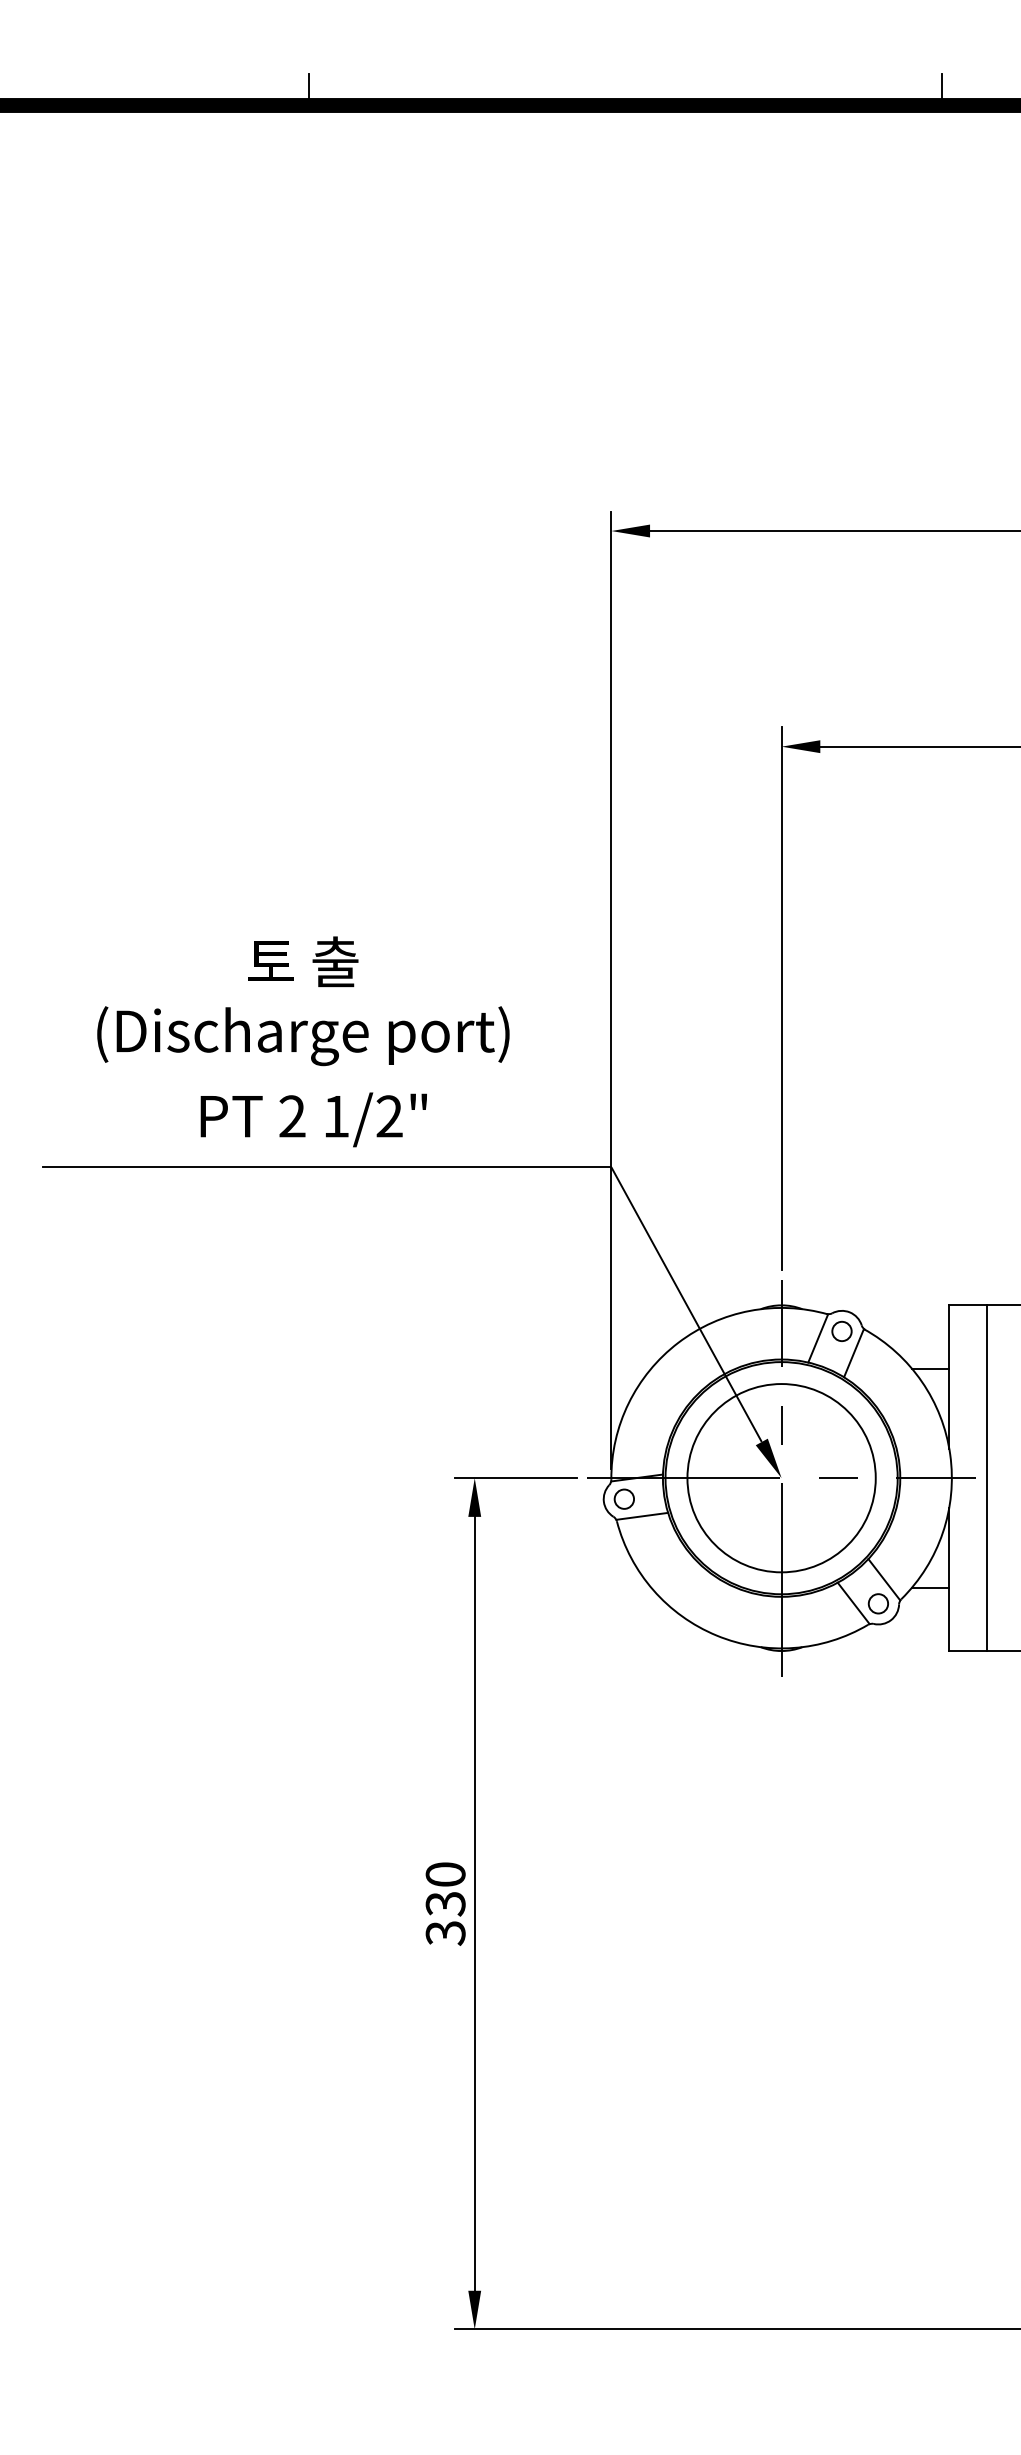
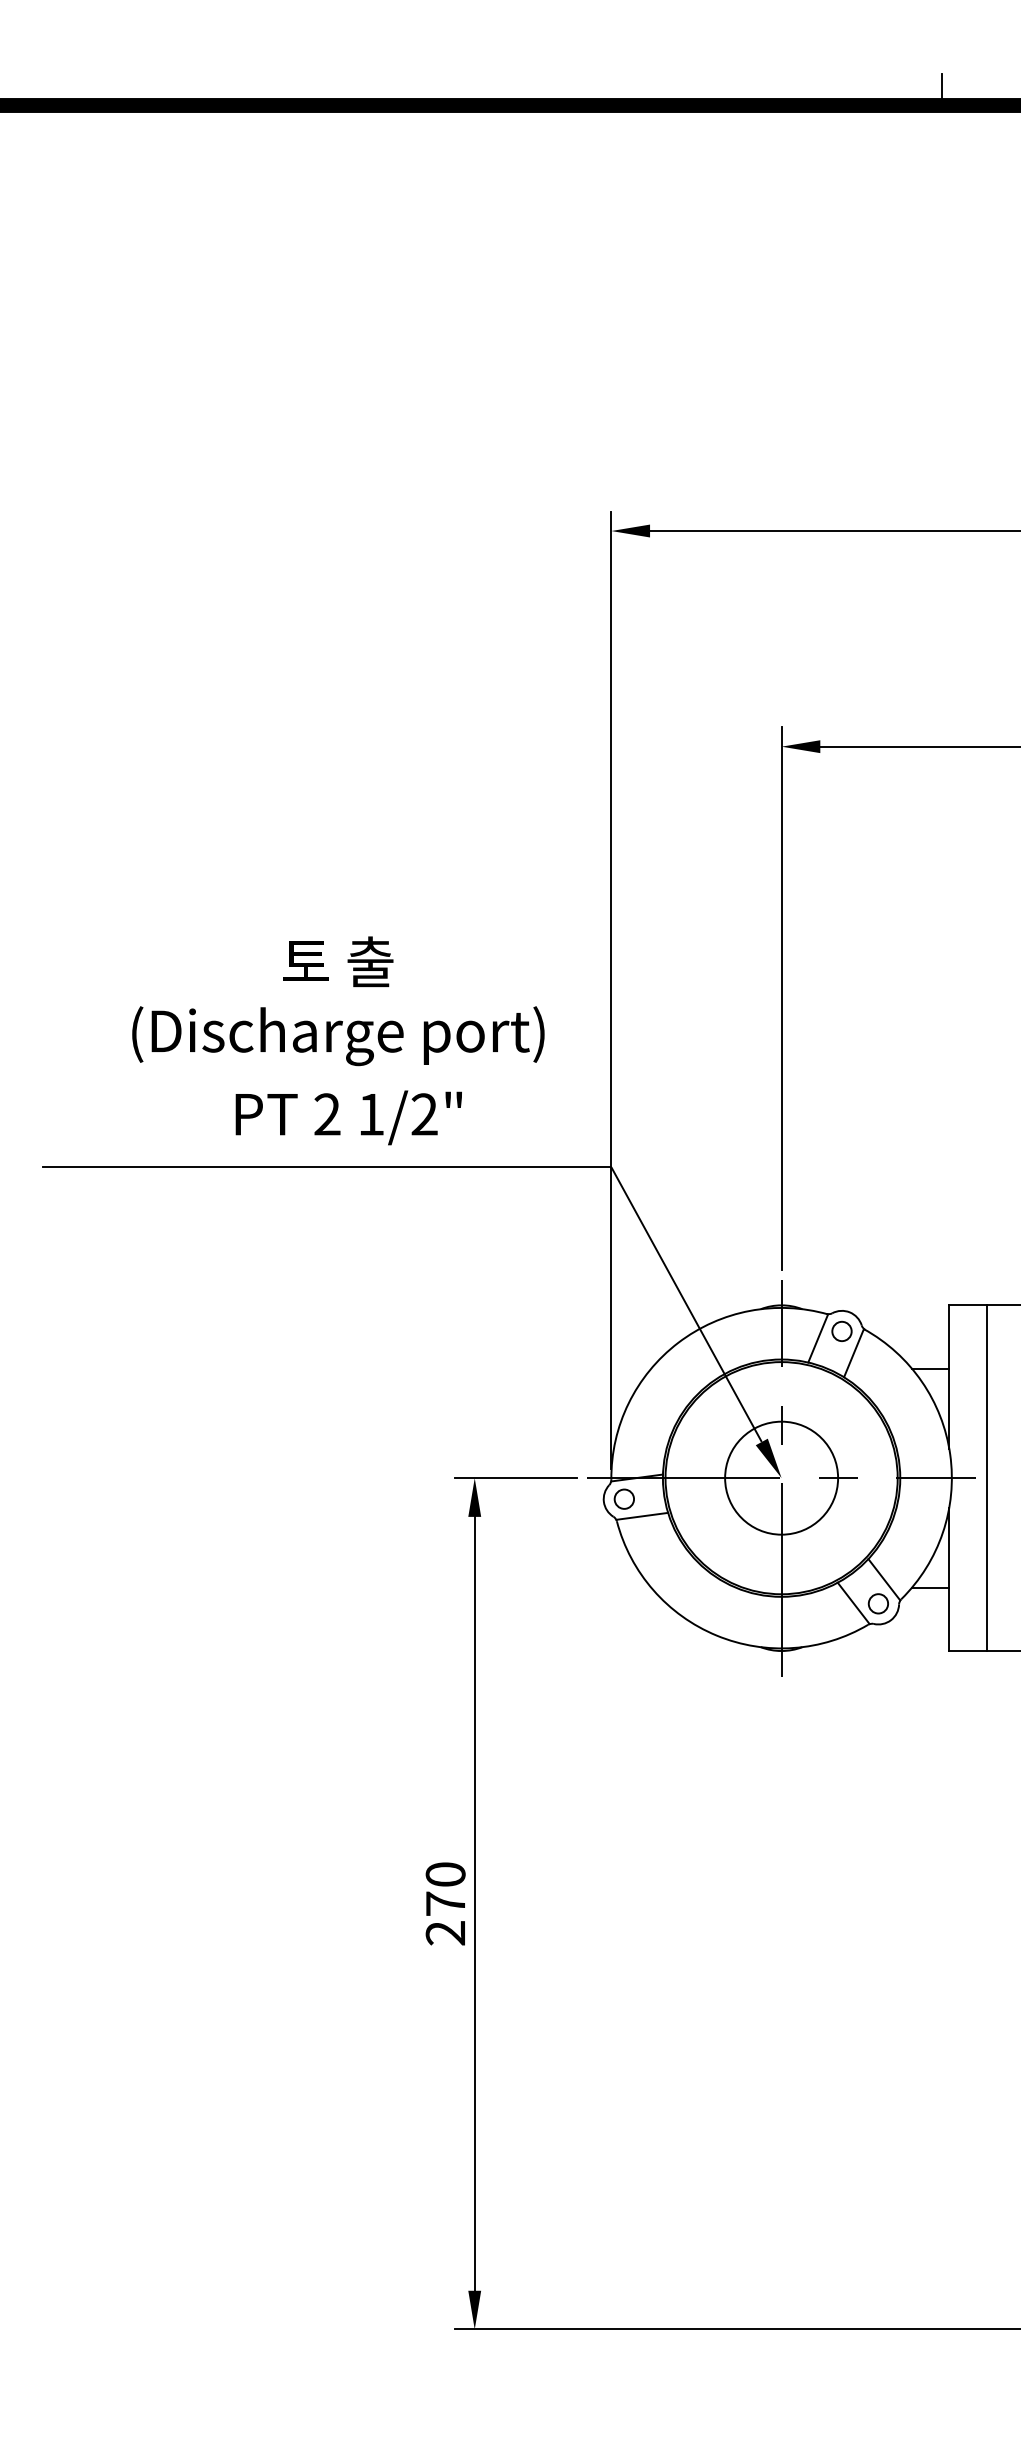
line at (309, 86): present -> none
text at (303, 1001) position: (303, 1001) -> (338, 1001)
text at (313, 1119) position: (313, 1119) -> (348, 1117)
circle at (781, 1478) diameter: 188 px -> 113 px
text at (445, 1918): 330 -> 270
